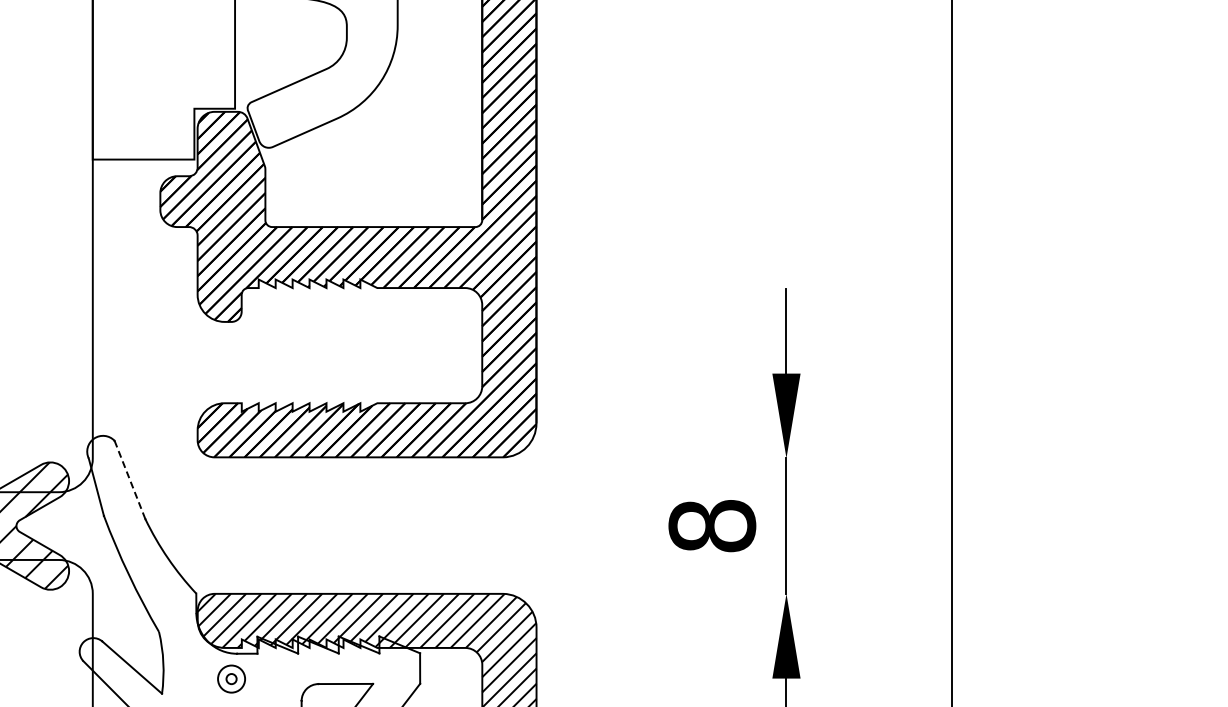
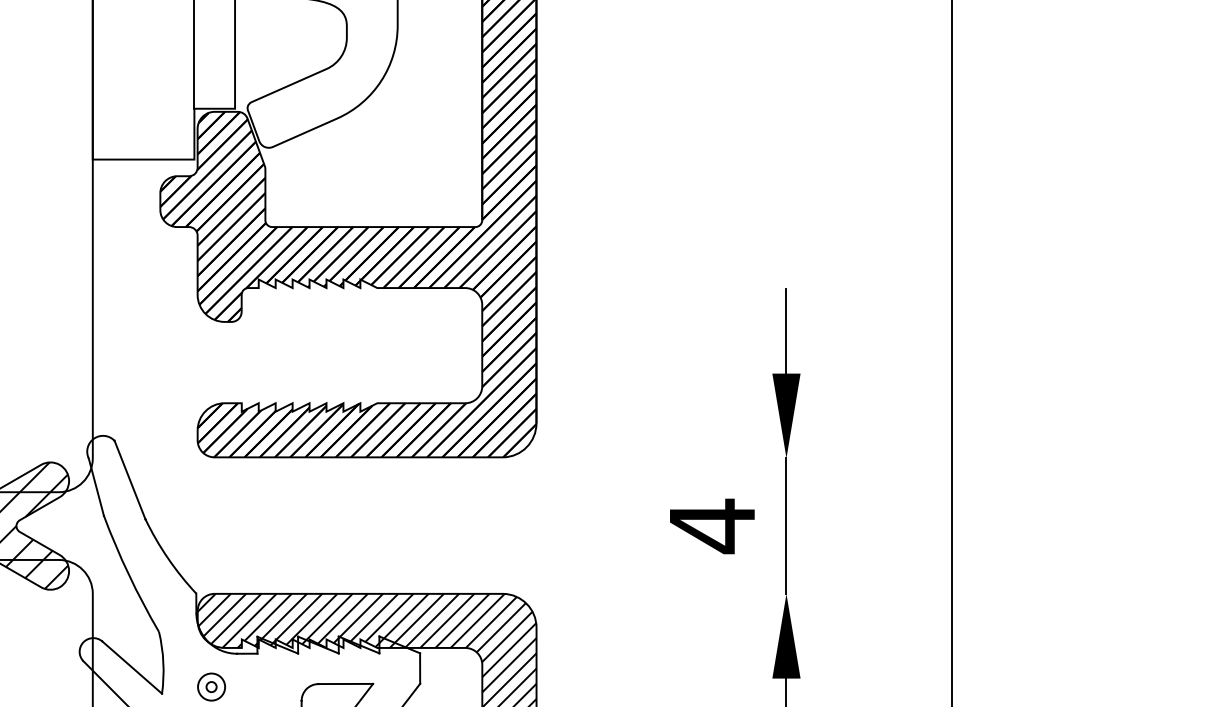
line at (194, 55): none -> present
line at (130, 480): dashed -> solid
text at (712, 526): 8 -> 4
part at (231, 678) position: (231, 678) -> (211, 686)
